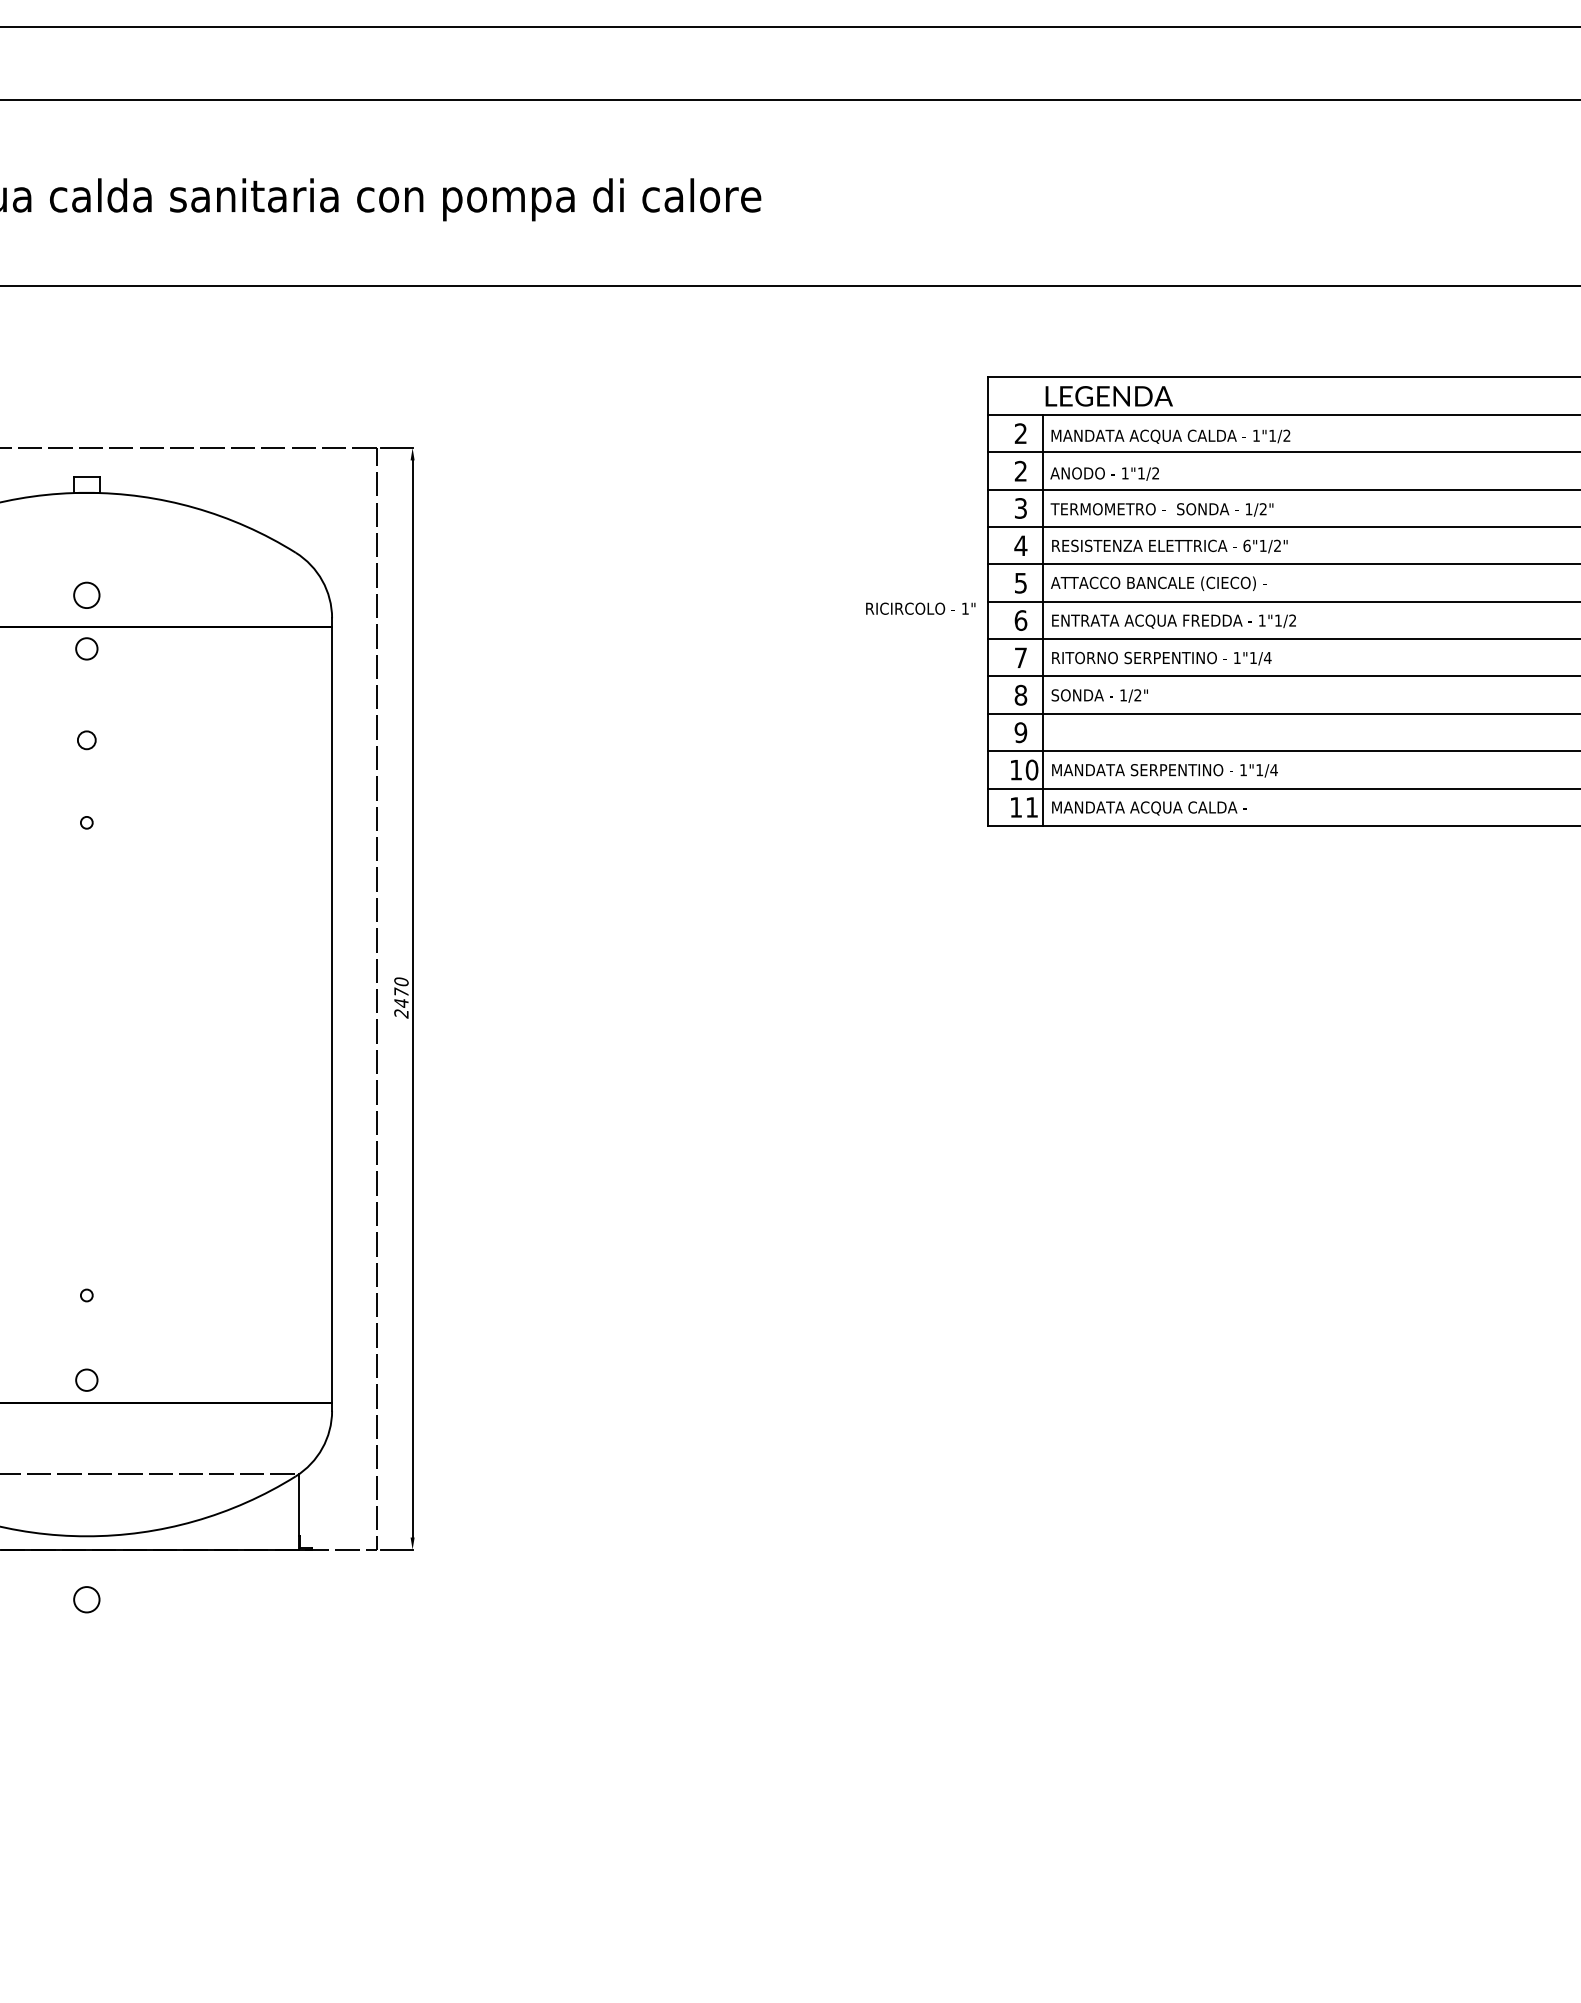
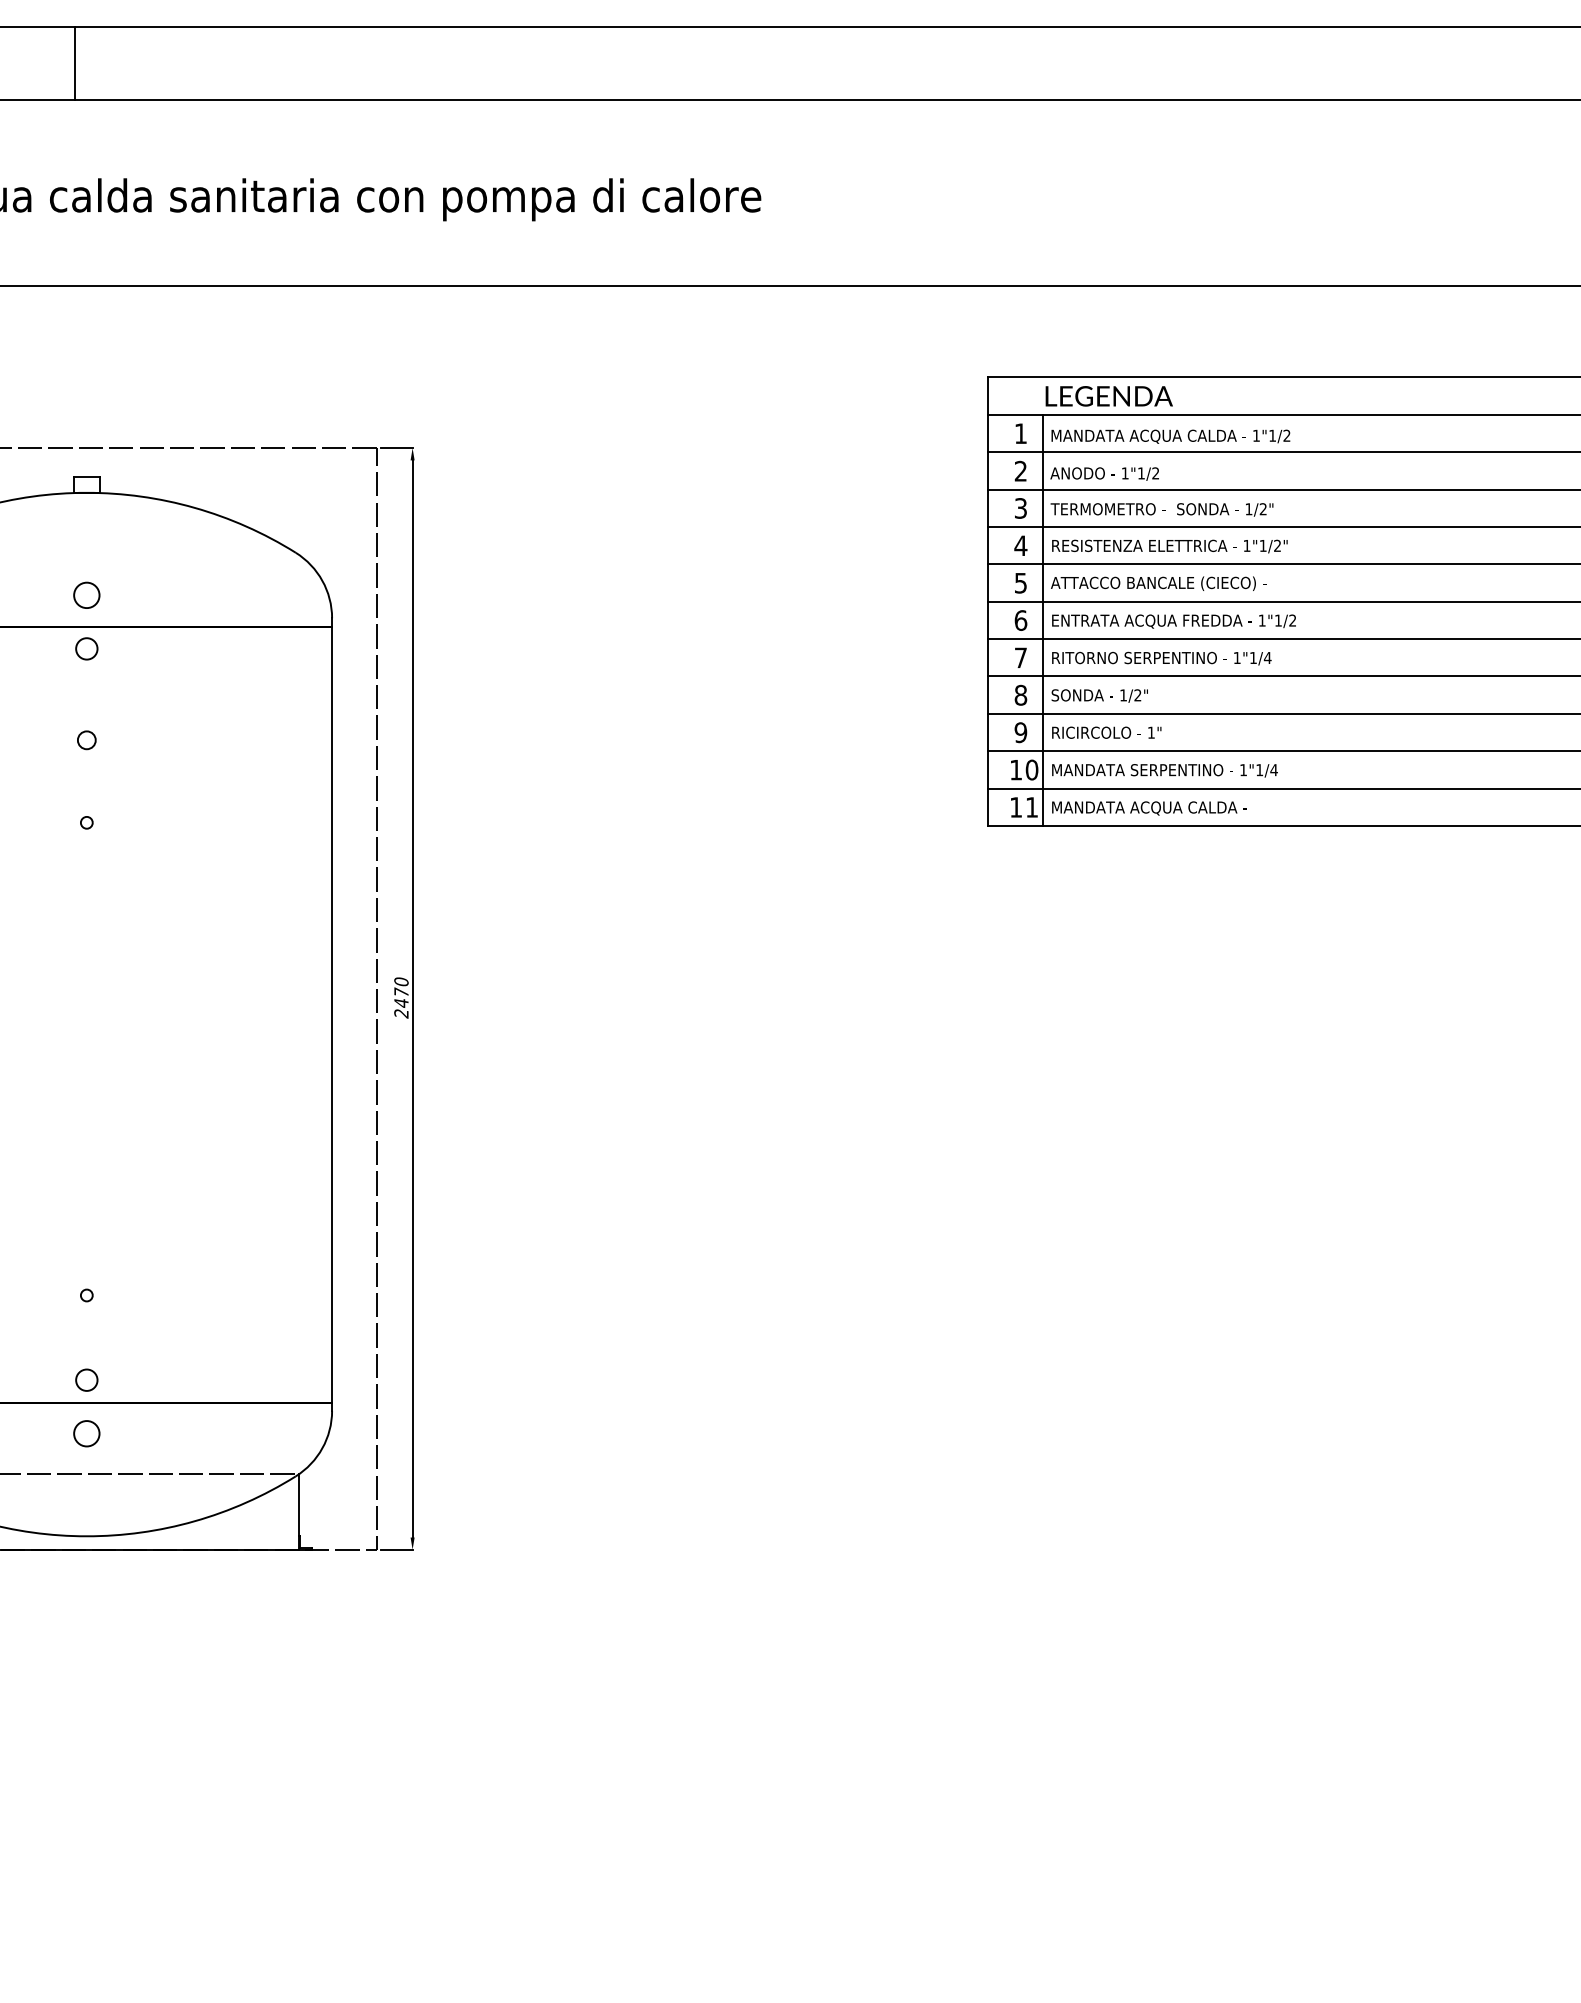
line at (74, 62): none -> present
text at (1020, 433): 2 -> 1
text at (1246, 545): 6"1/2" -> 1"1/2"
text at (920, 608) position: (920, 608) -> (1106, 732)
circle at (86, 1599) position: (86, 1599) -> (86, 1433)
